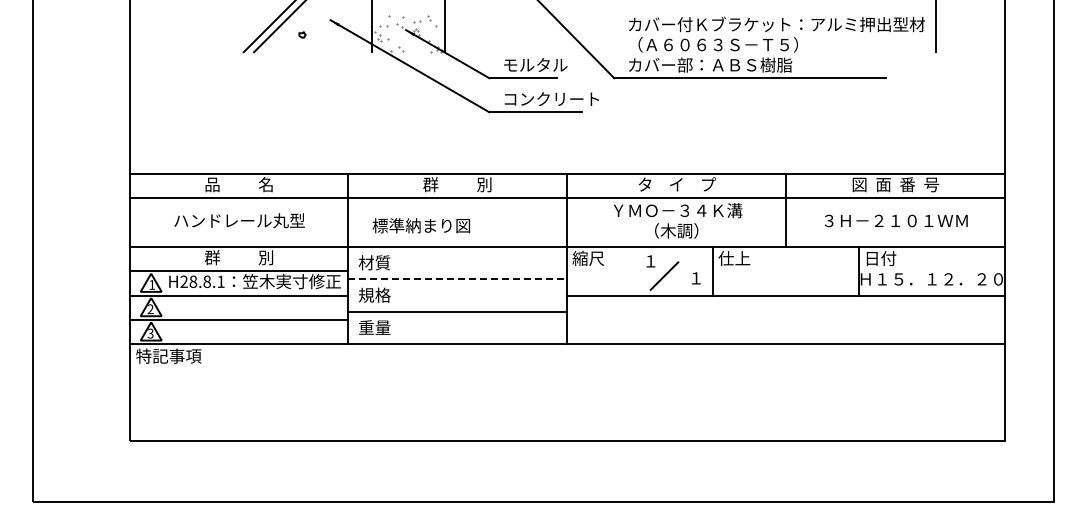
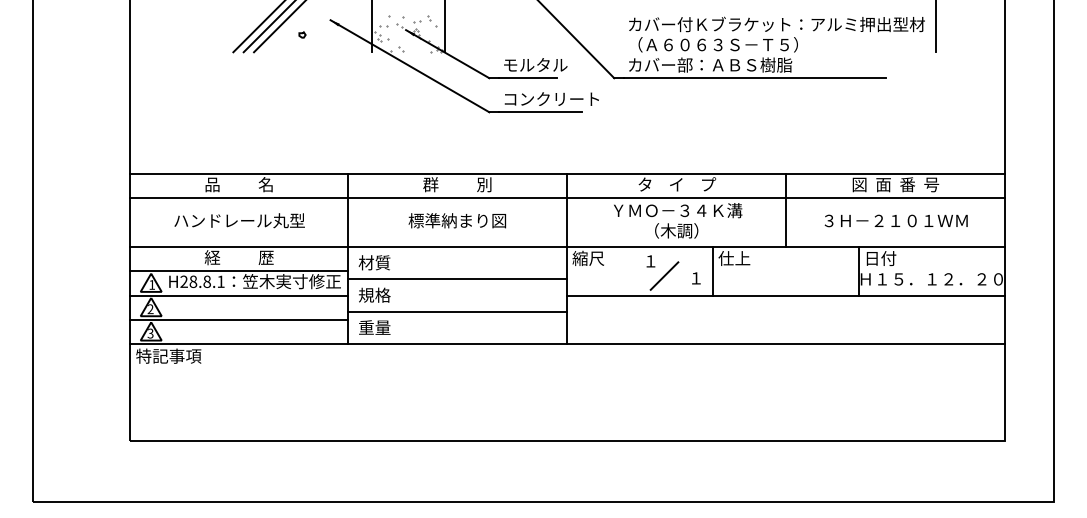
line at (258, 27): none -> present
text at (421, 225) position: (421, 225) -> (457, 220)
text at (238, 257): 群          別 -> 経          歴
line at (458, 279): dashed -> solid
